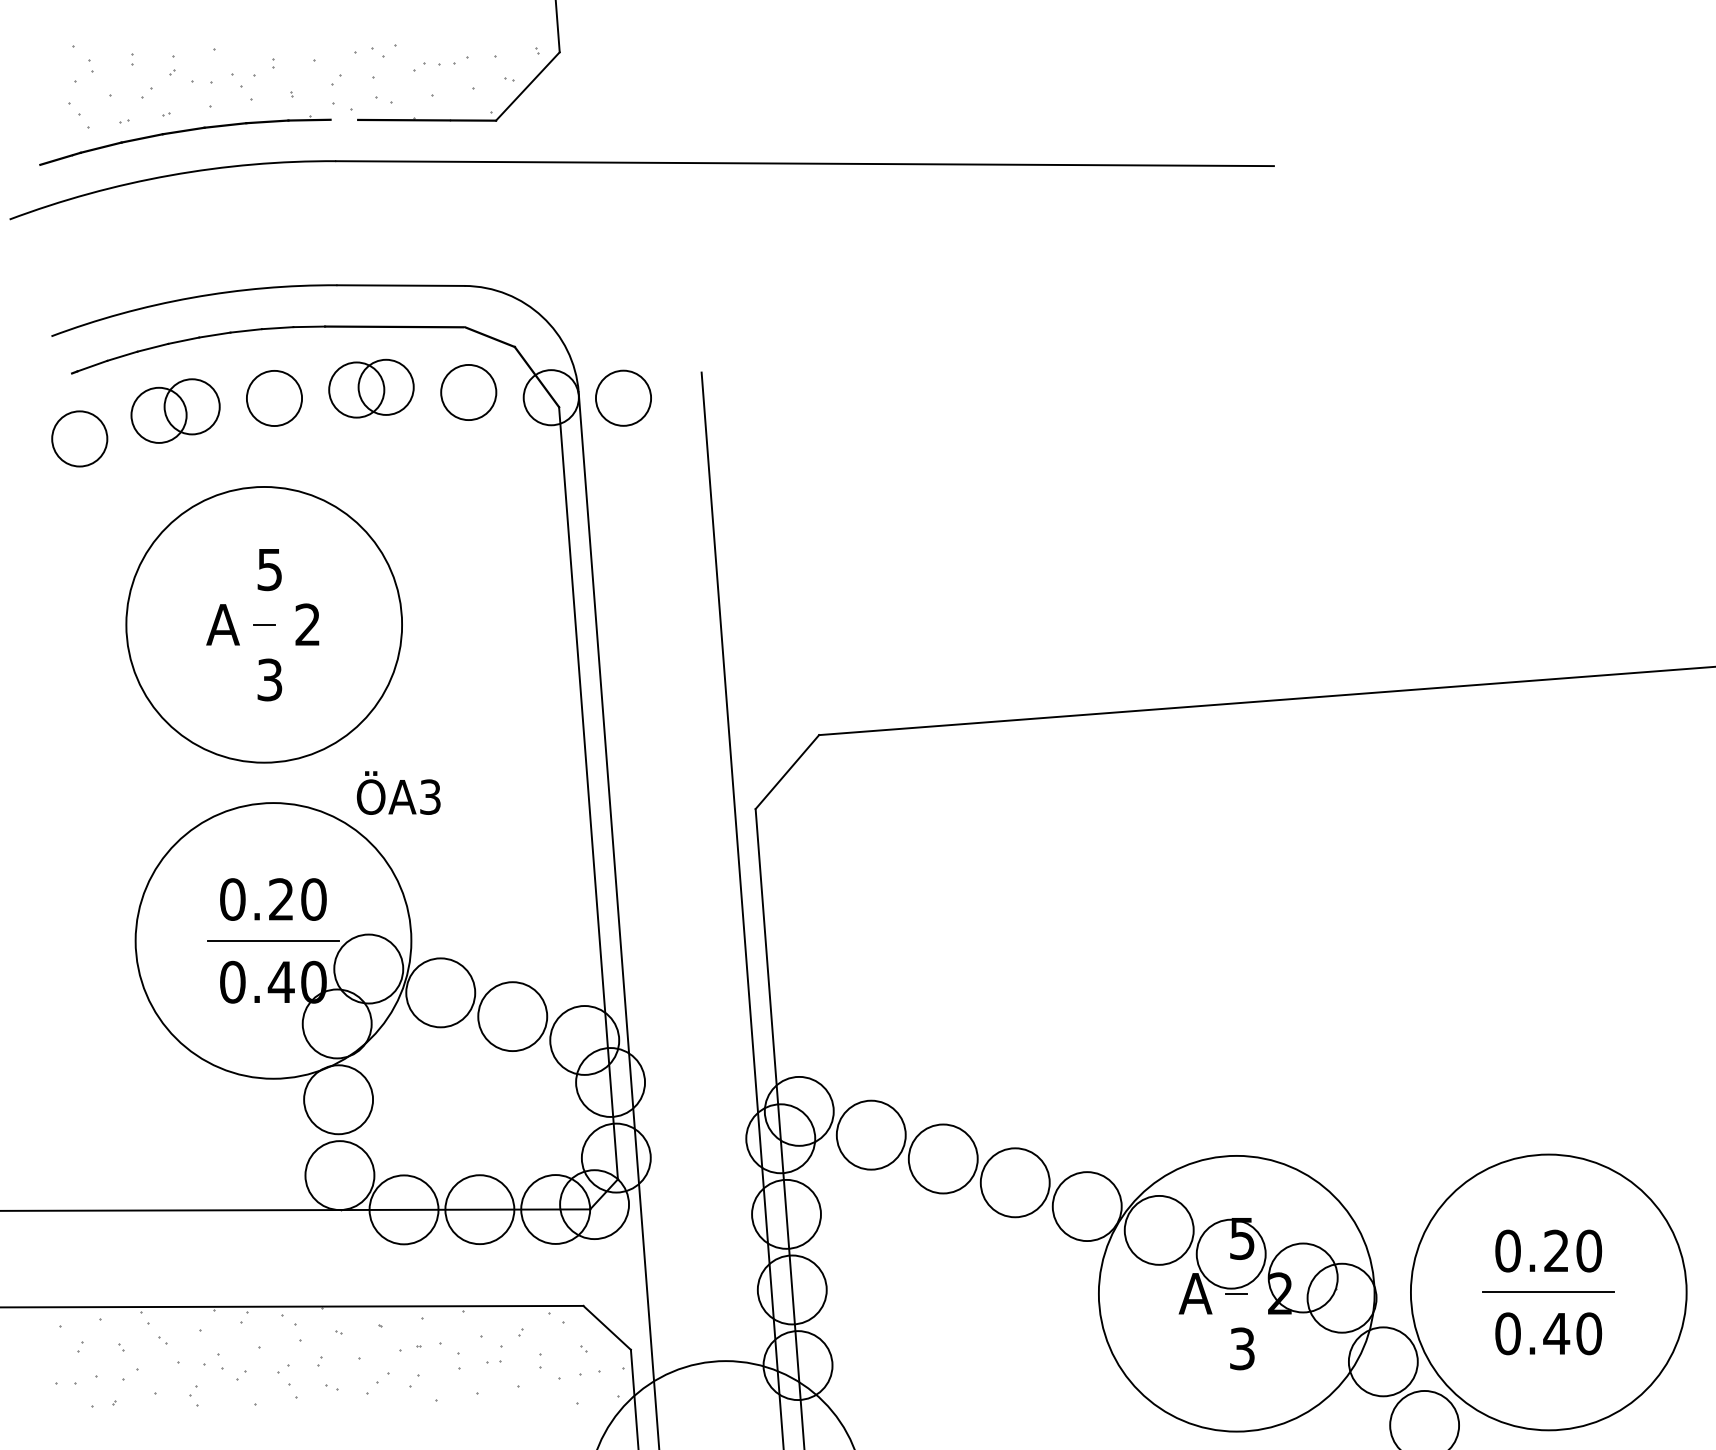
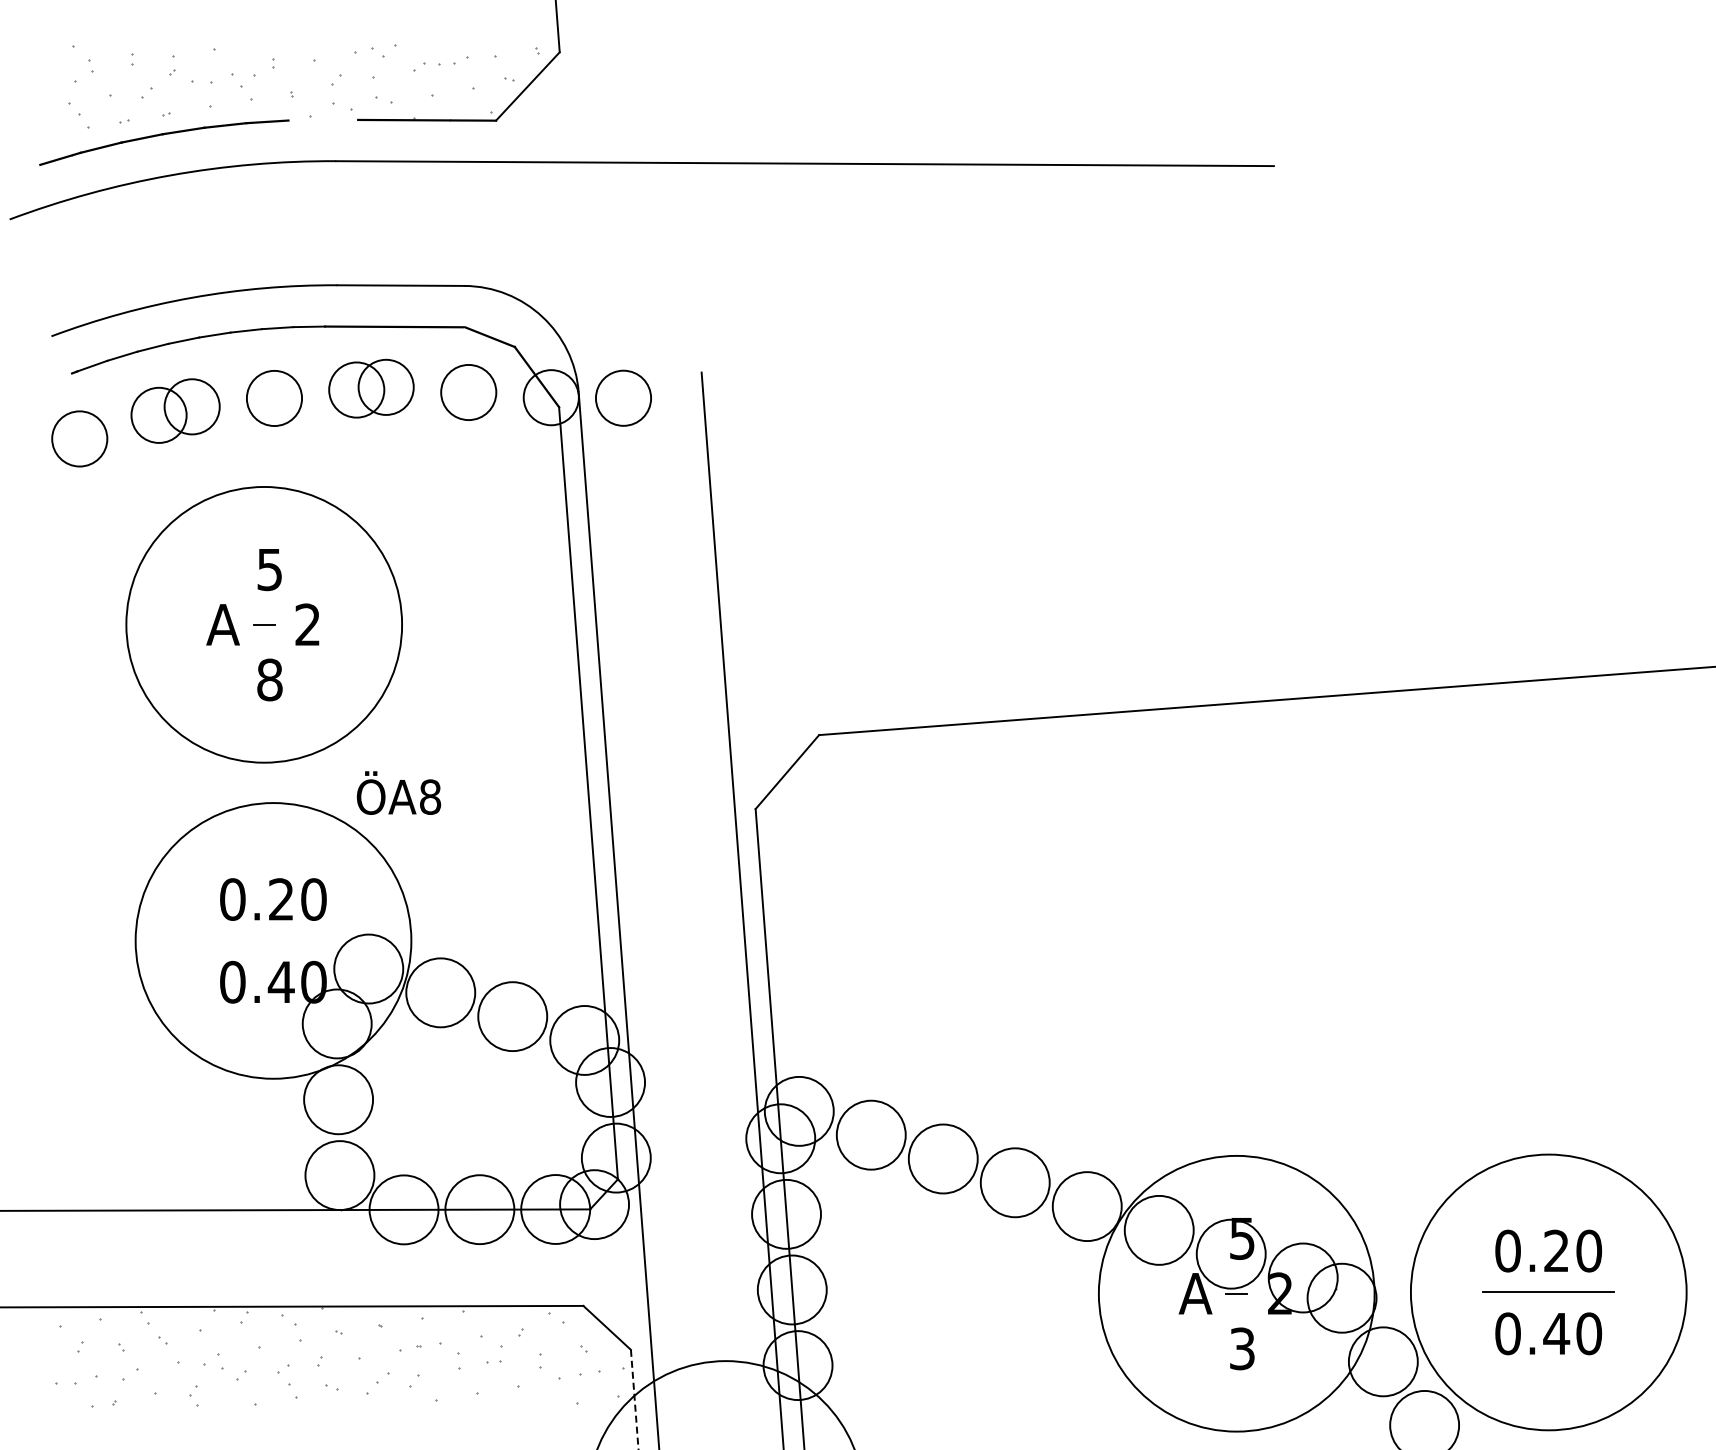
line at (309, 119): present -> none
text at (269, 679): 3 -> 8
text at (430, 796): ÖA3 -> ÖA8
line at (273, 940): present -> none
line at (634, 1399): solid -> dashed
